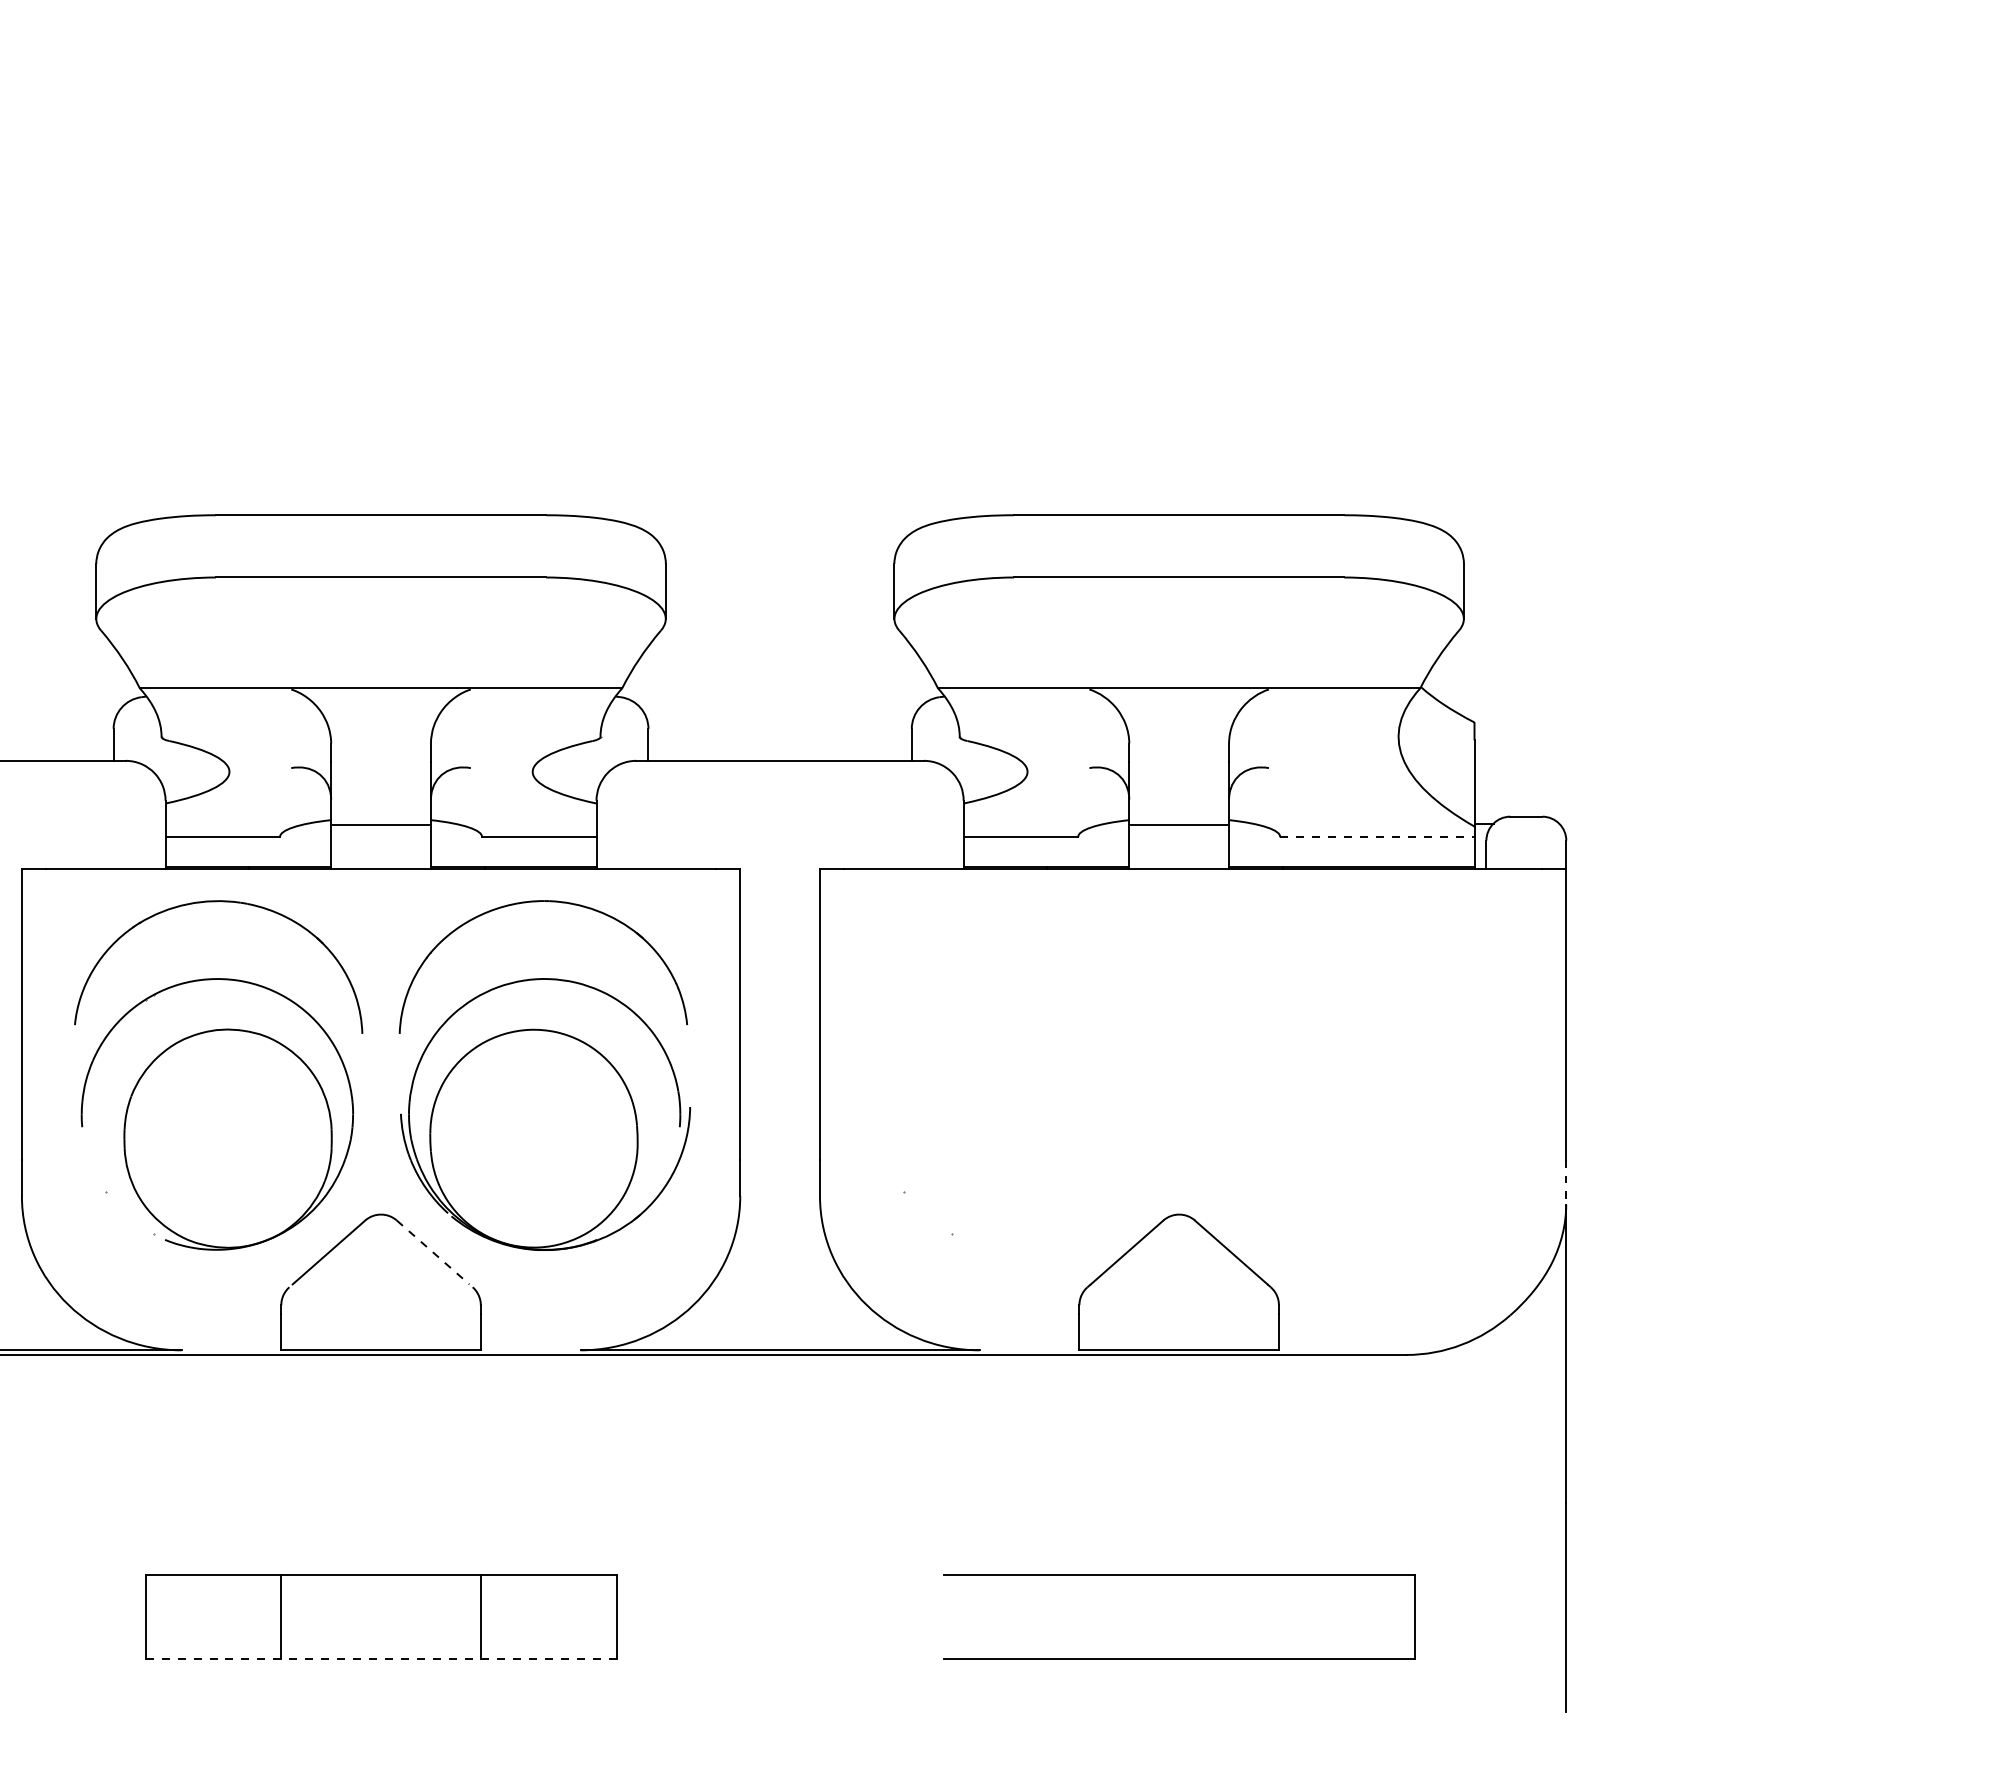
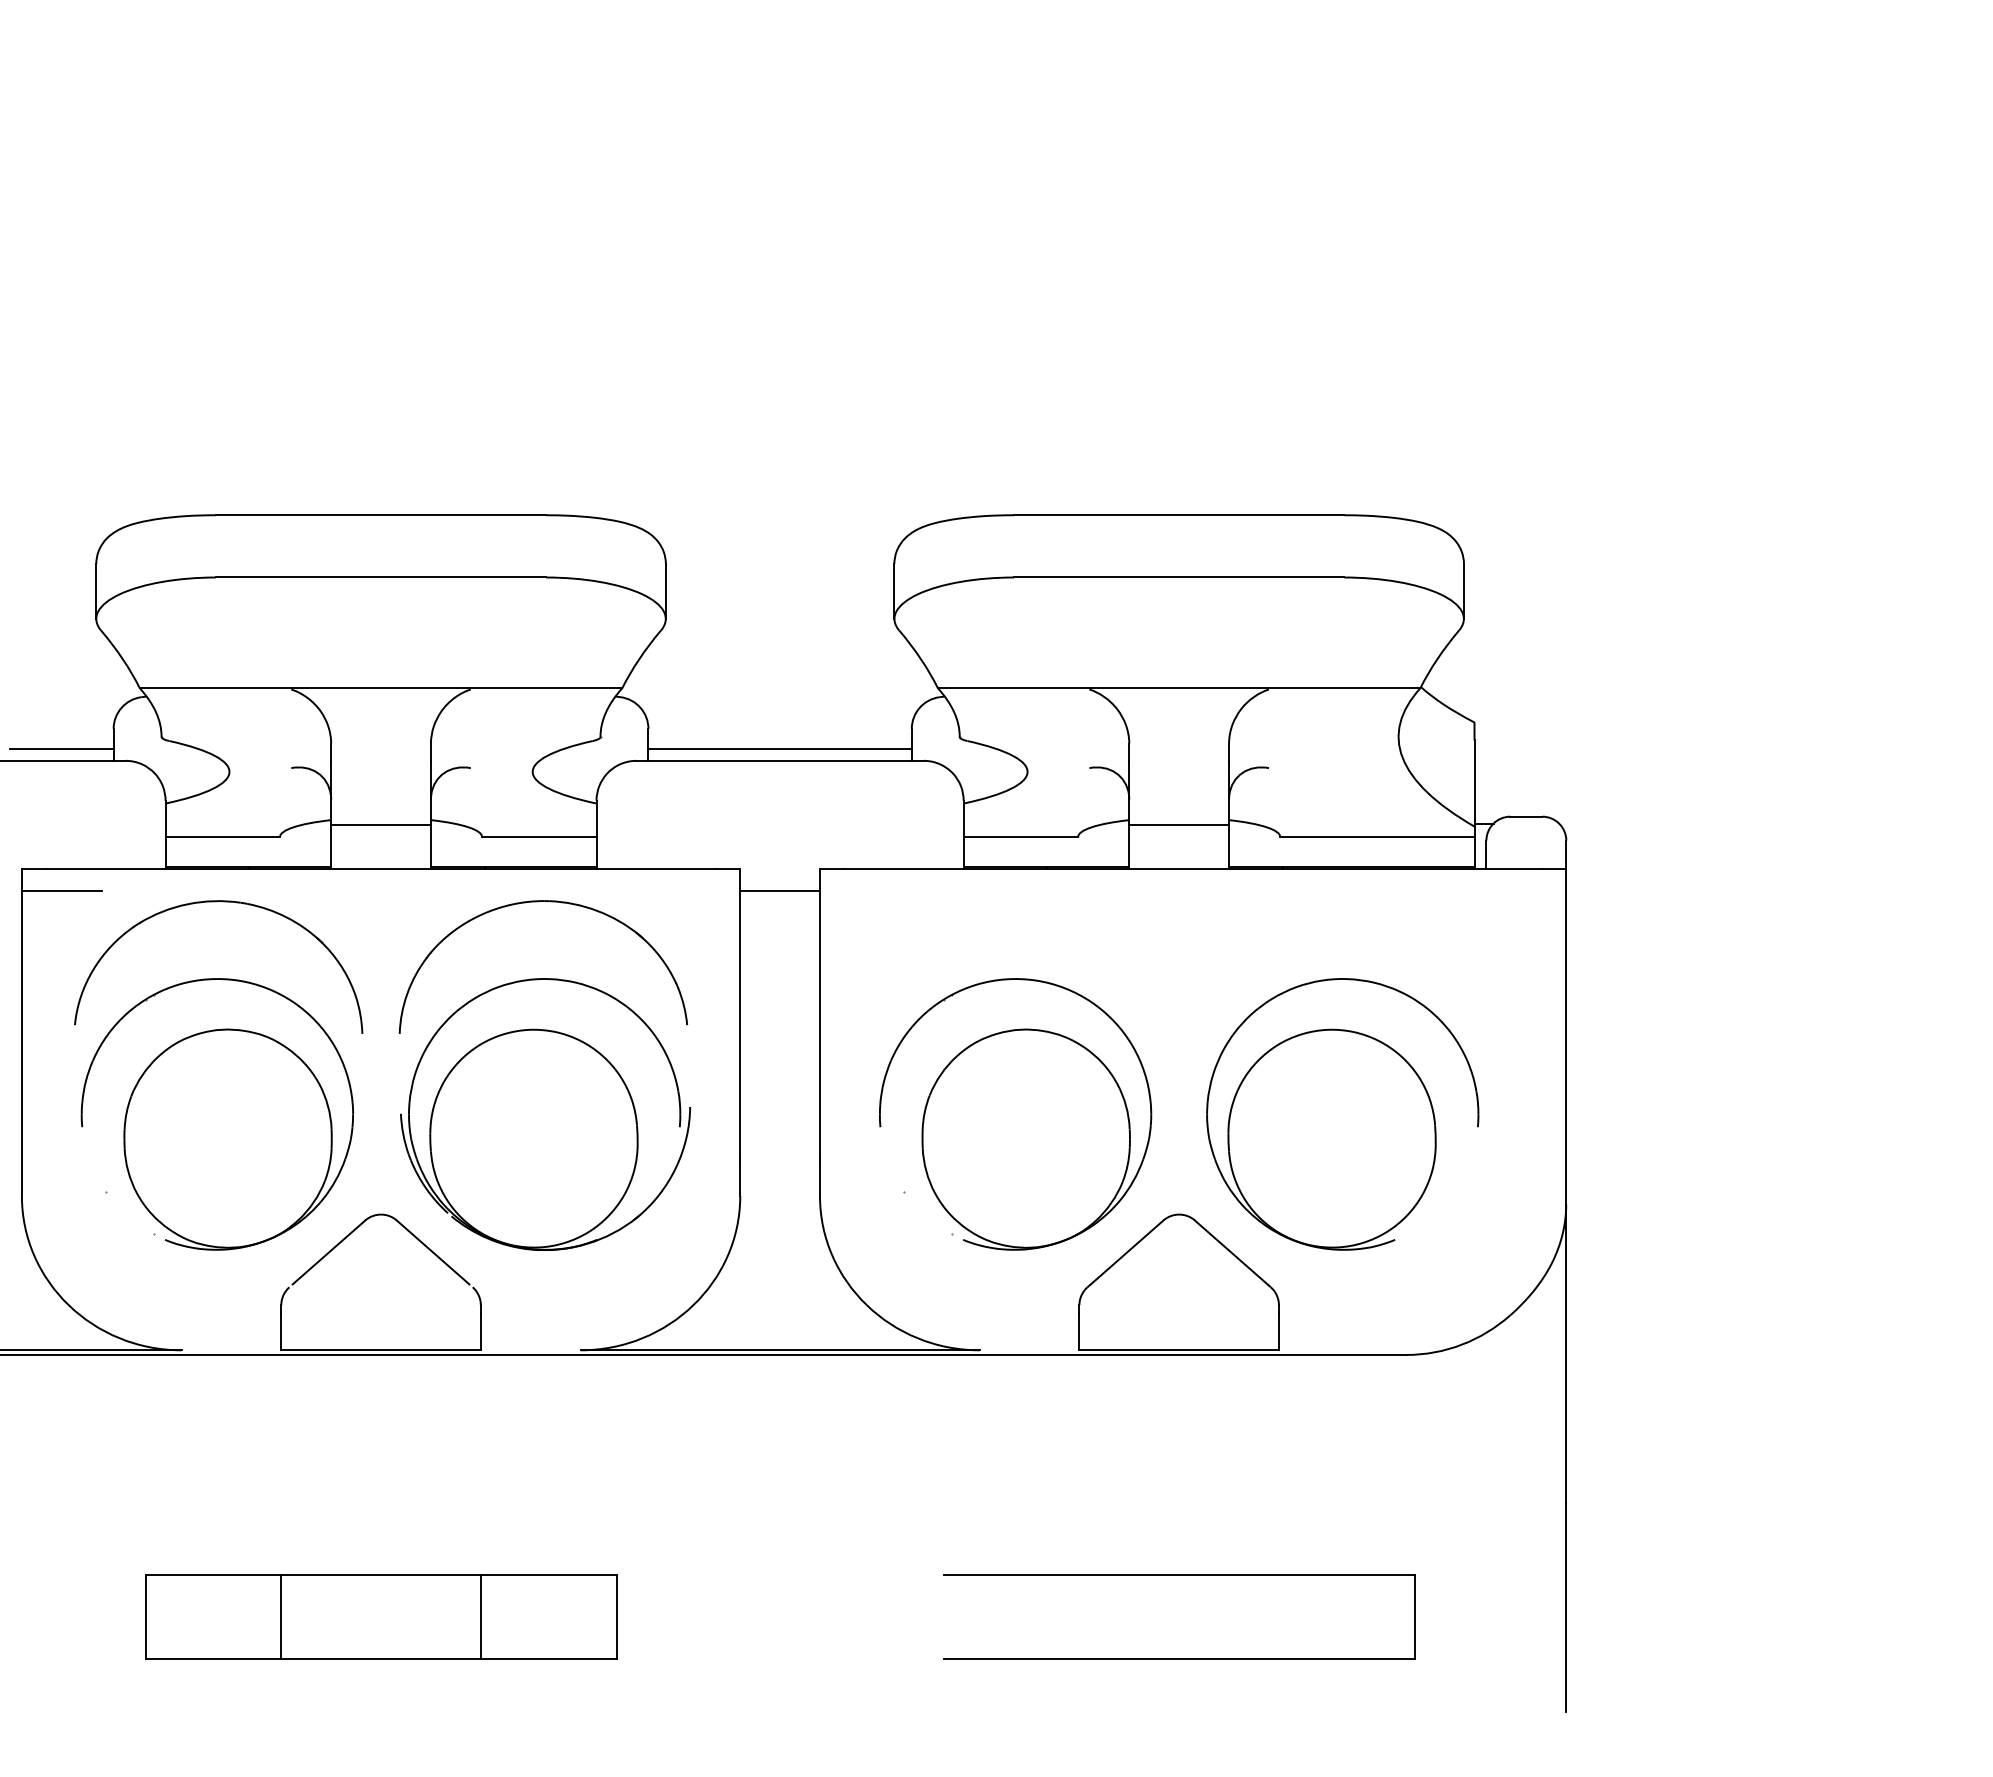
line at (61, 749): none -> present
line at (779, 749): none -> present
line at (1377, 837): dashed -> solid
line at (61, 891): none -> present
line at (780, 891): none -> present
part at (1015, 1114): none -> present
part at (1342, 1114): none -> present
line at (1566, 1182): dashed -> solid
line at (433, 1252): dashed -> solid
line at (381, 1658): dashed -> solid
